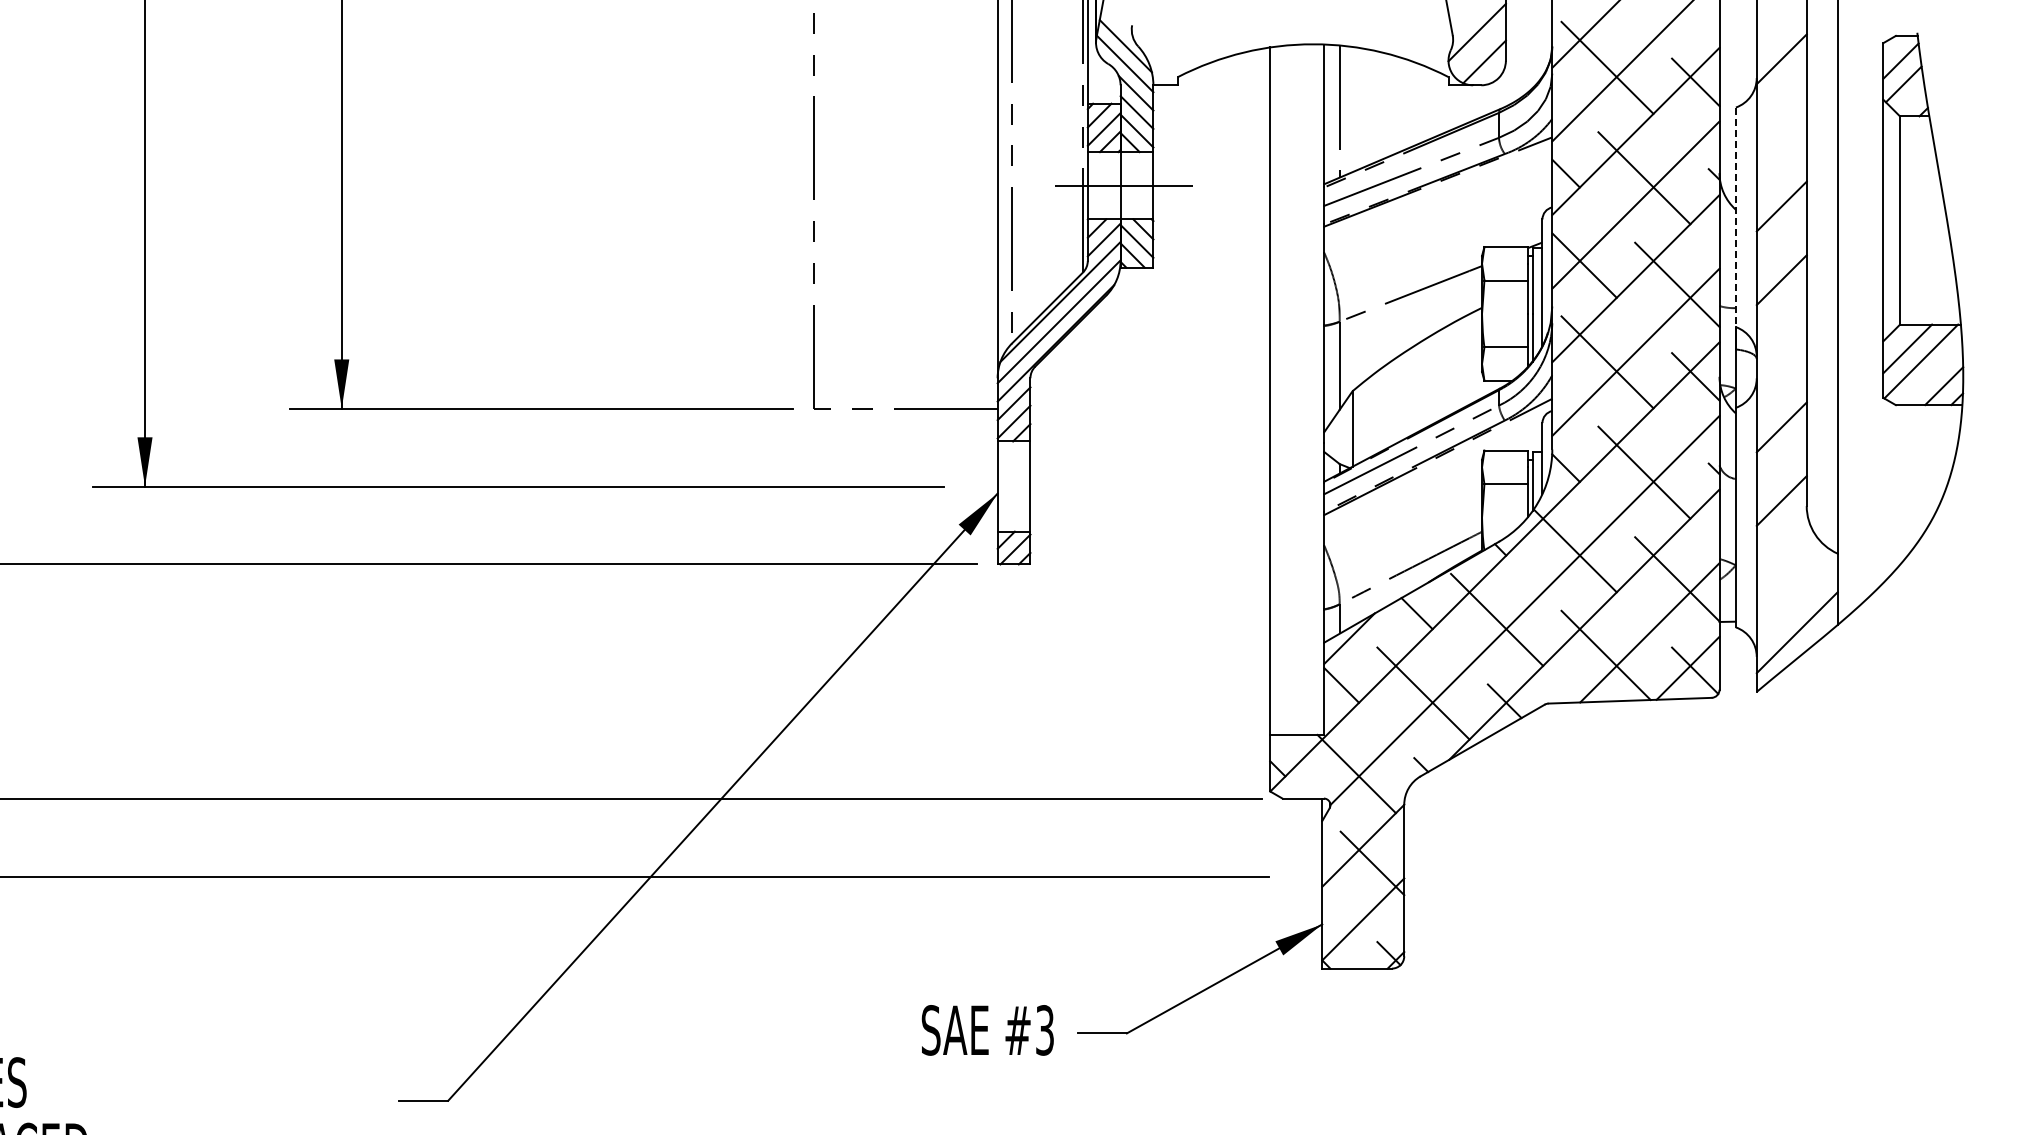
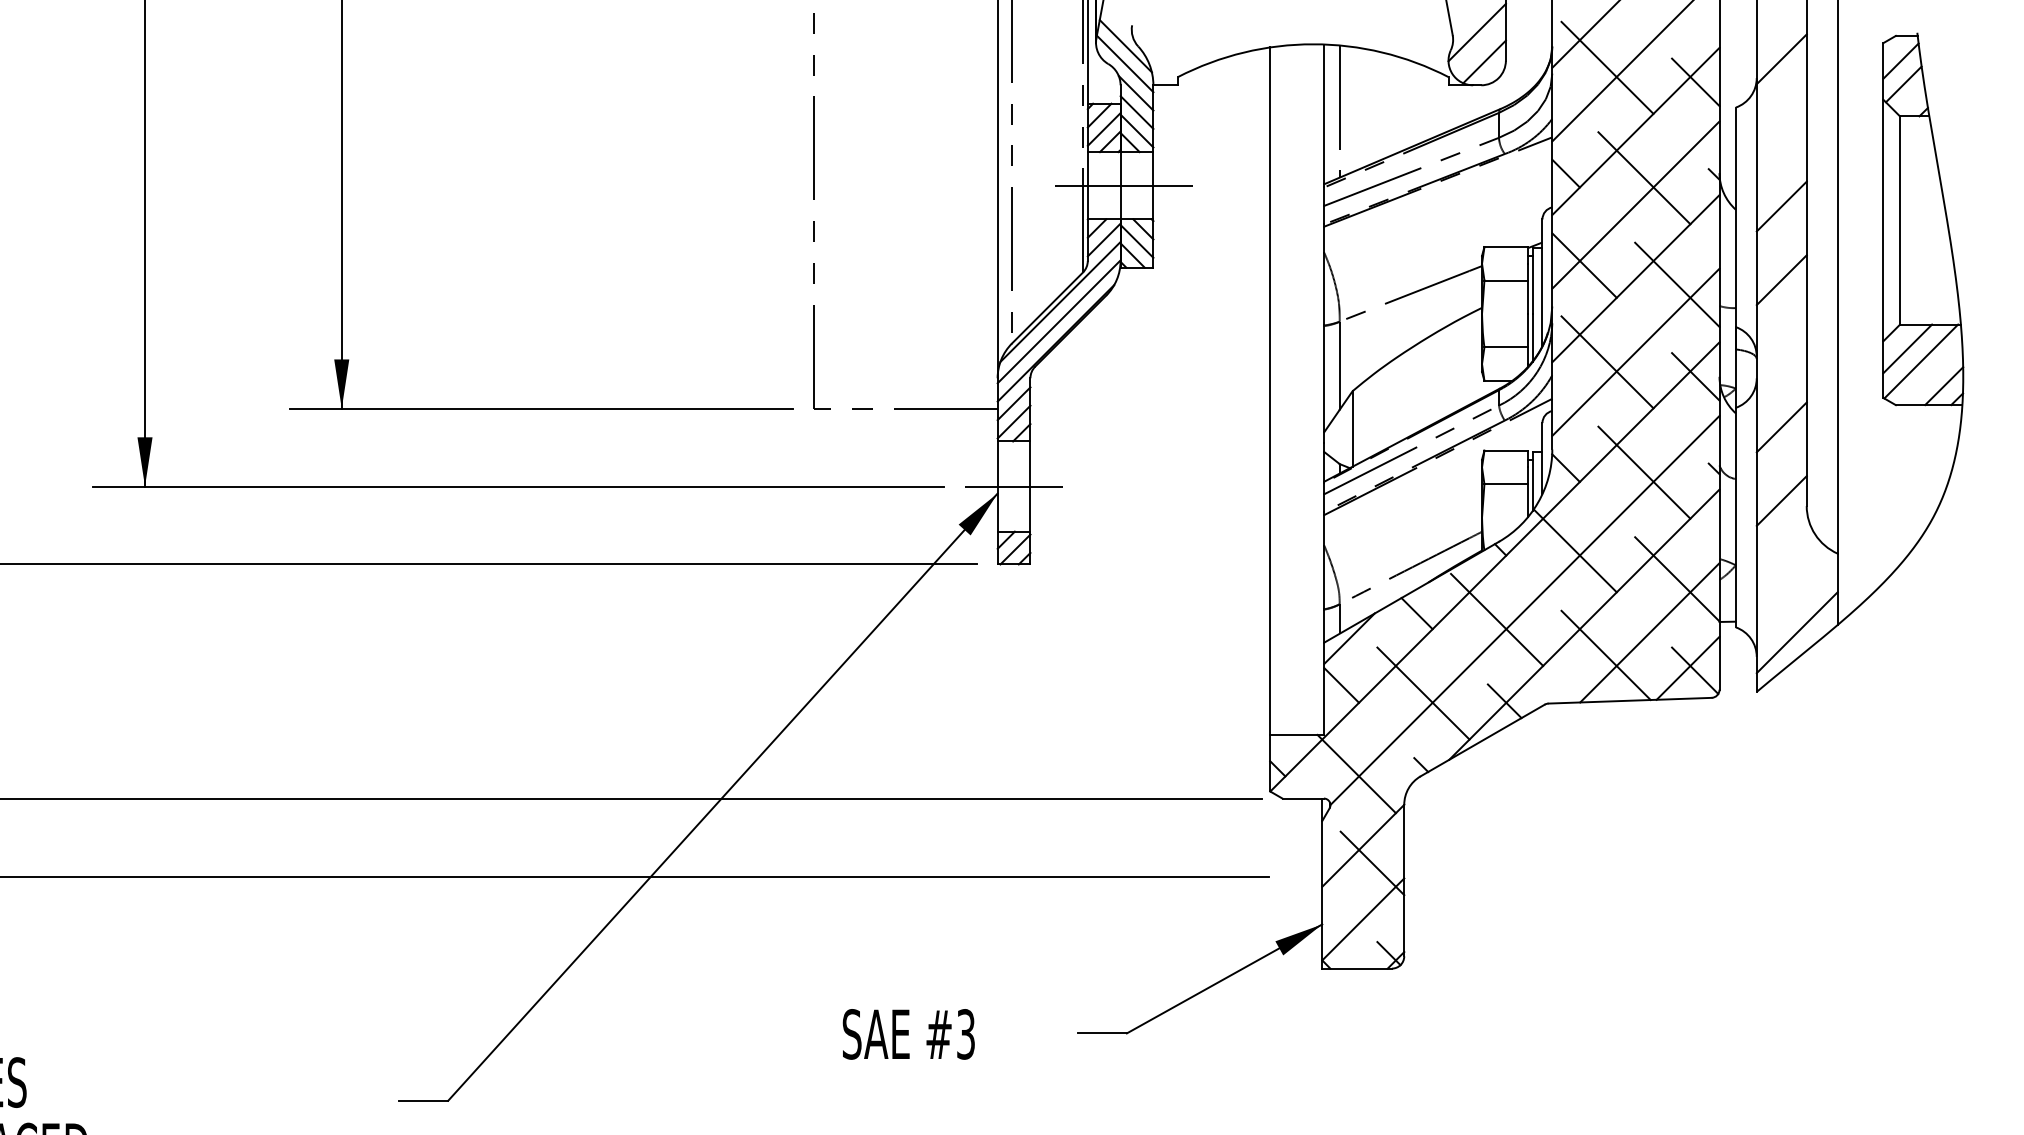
line at (1735, 217): dashed -> solid
line at (1013, 486): none -> present
text at (987, 1030) position: (987, 1030) -> (908, 1034)
